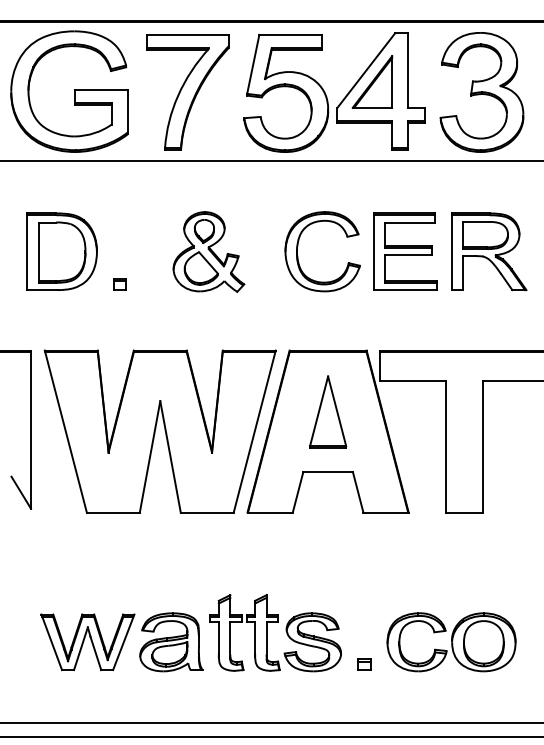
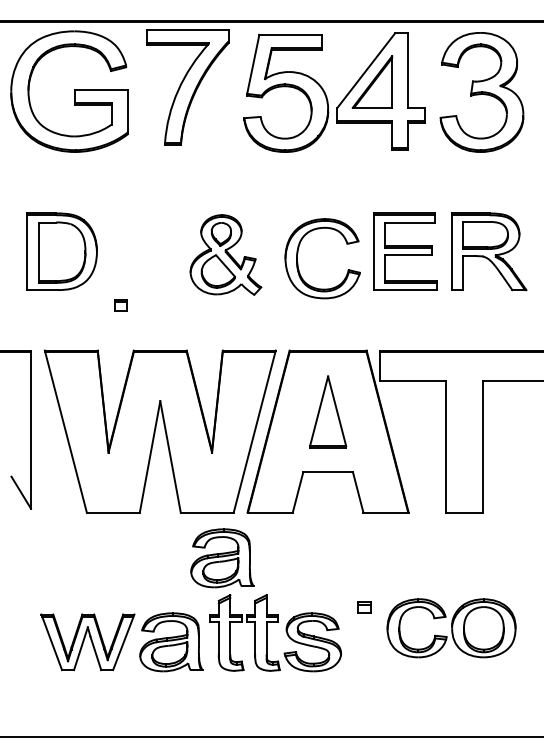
part at (187, 92) position: (187, 92) -> (187, 87)
line at (271, 161): present -> none
part at (208, 251) position: (208, 251) -> (225, 254)
part at (298, 255) position: (298, 255) -> (298, 262)
part at (119, 284) position: (119, 284) -> (120, 305)
part at (222, 558): none -> present
part at (451, 642) position: (451, 642) -> (451, 628)
part at (364, 664) position: (364, 664) -> (364, 607)
line at (271, 722): present -> none
